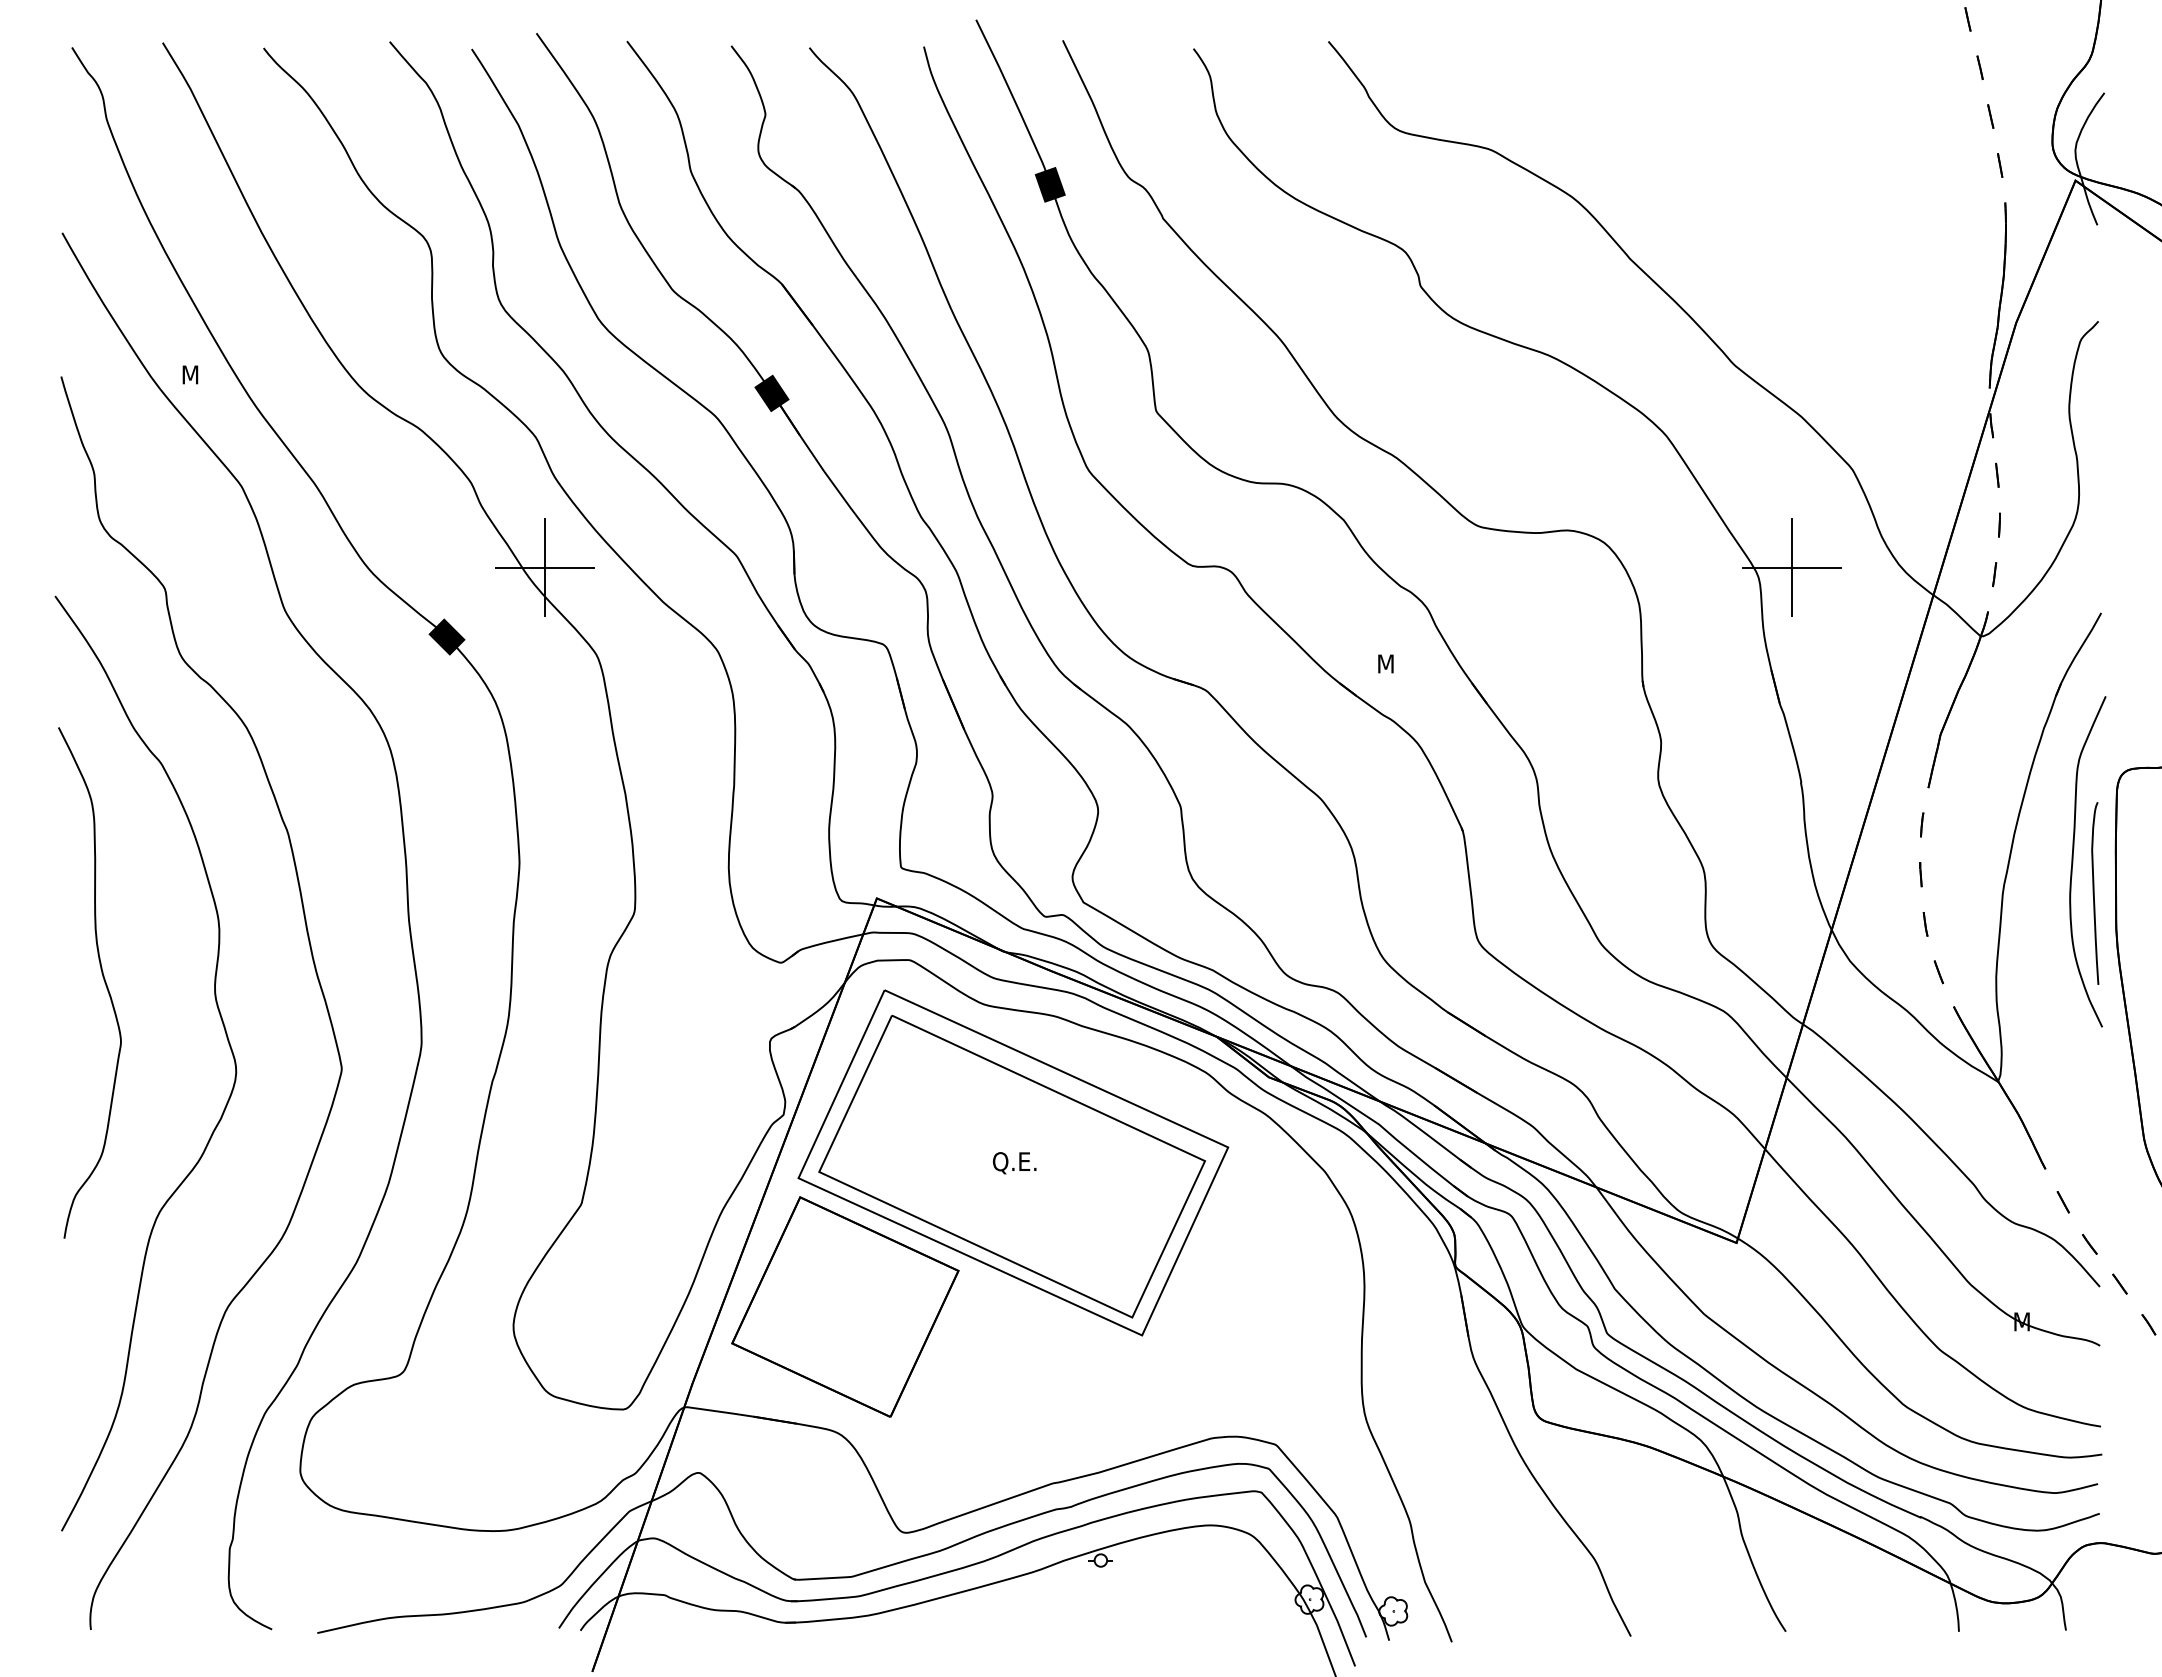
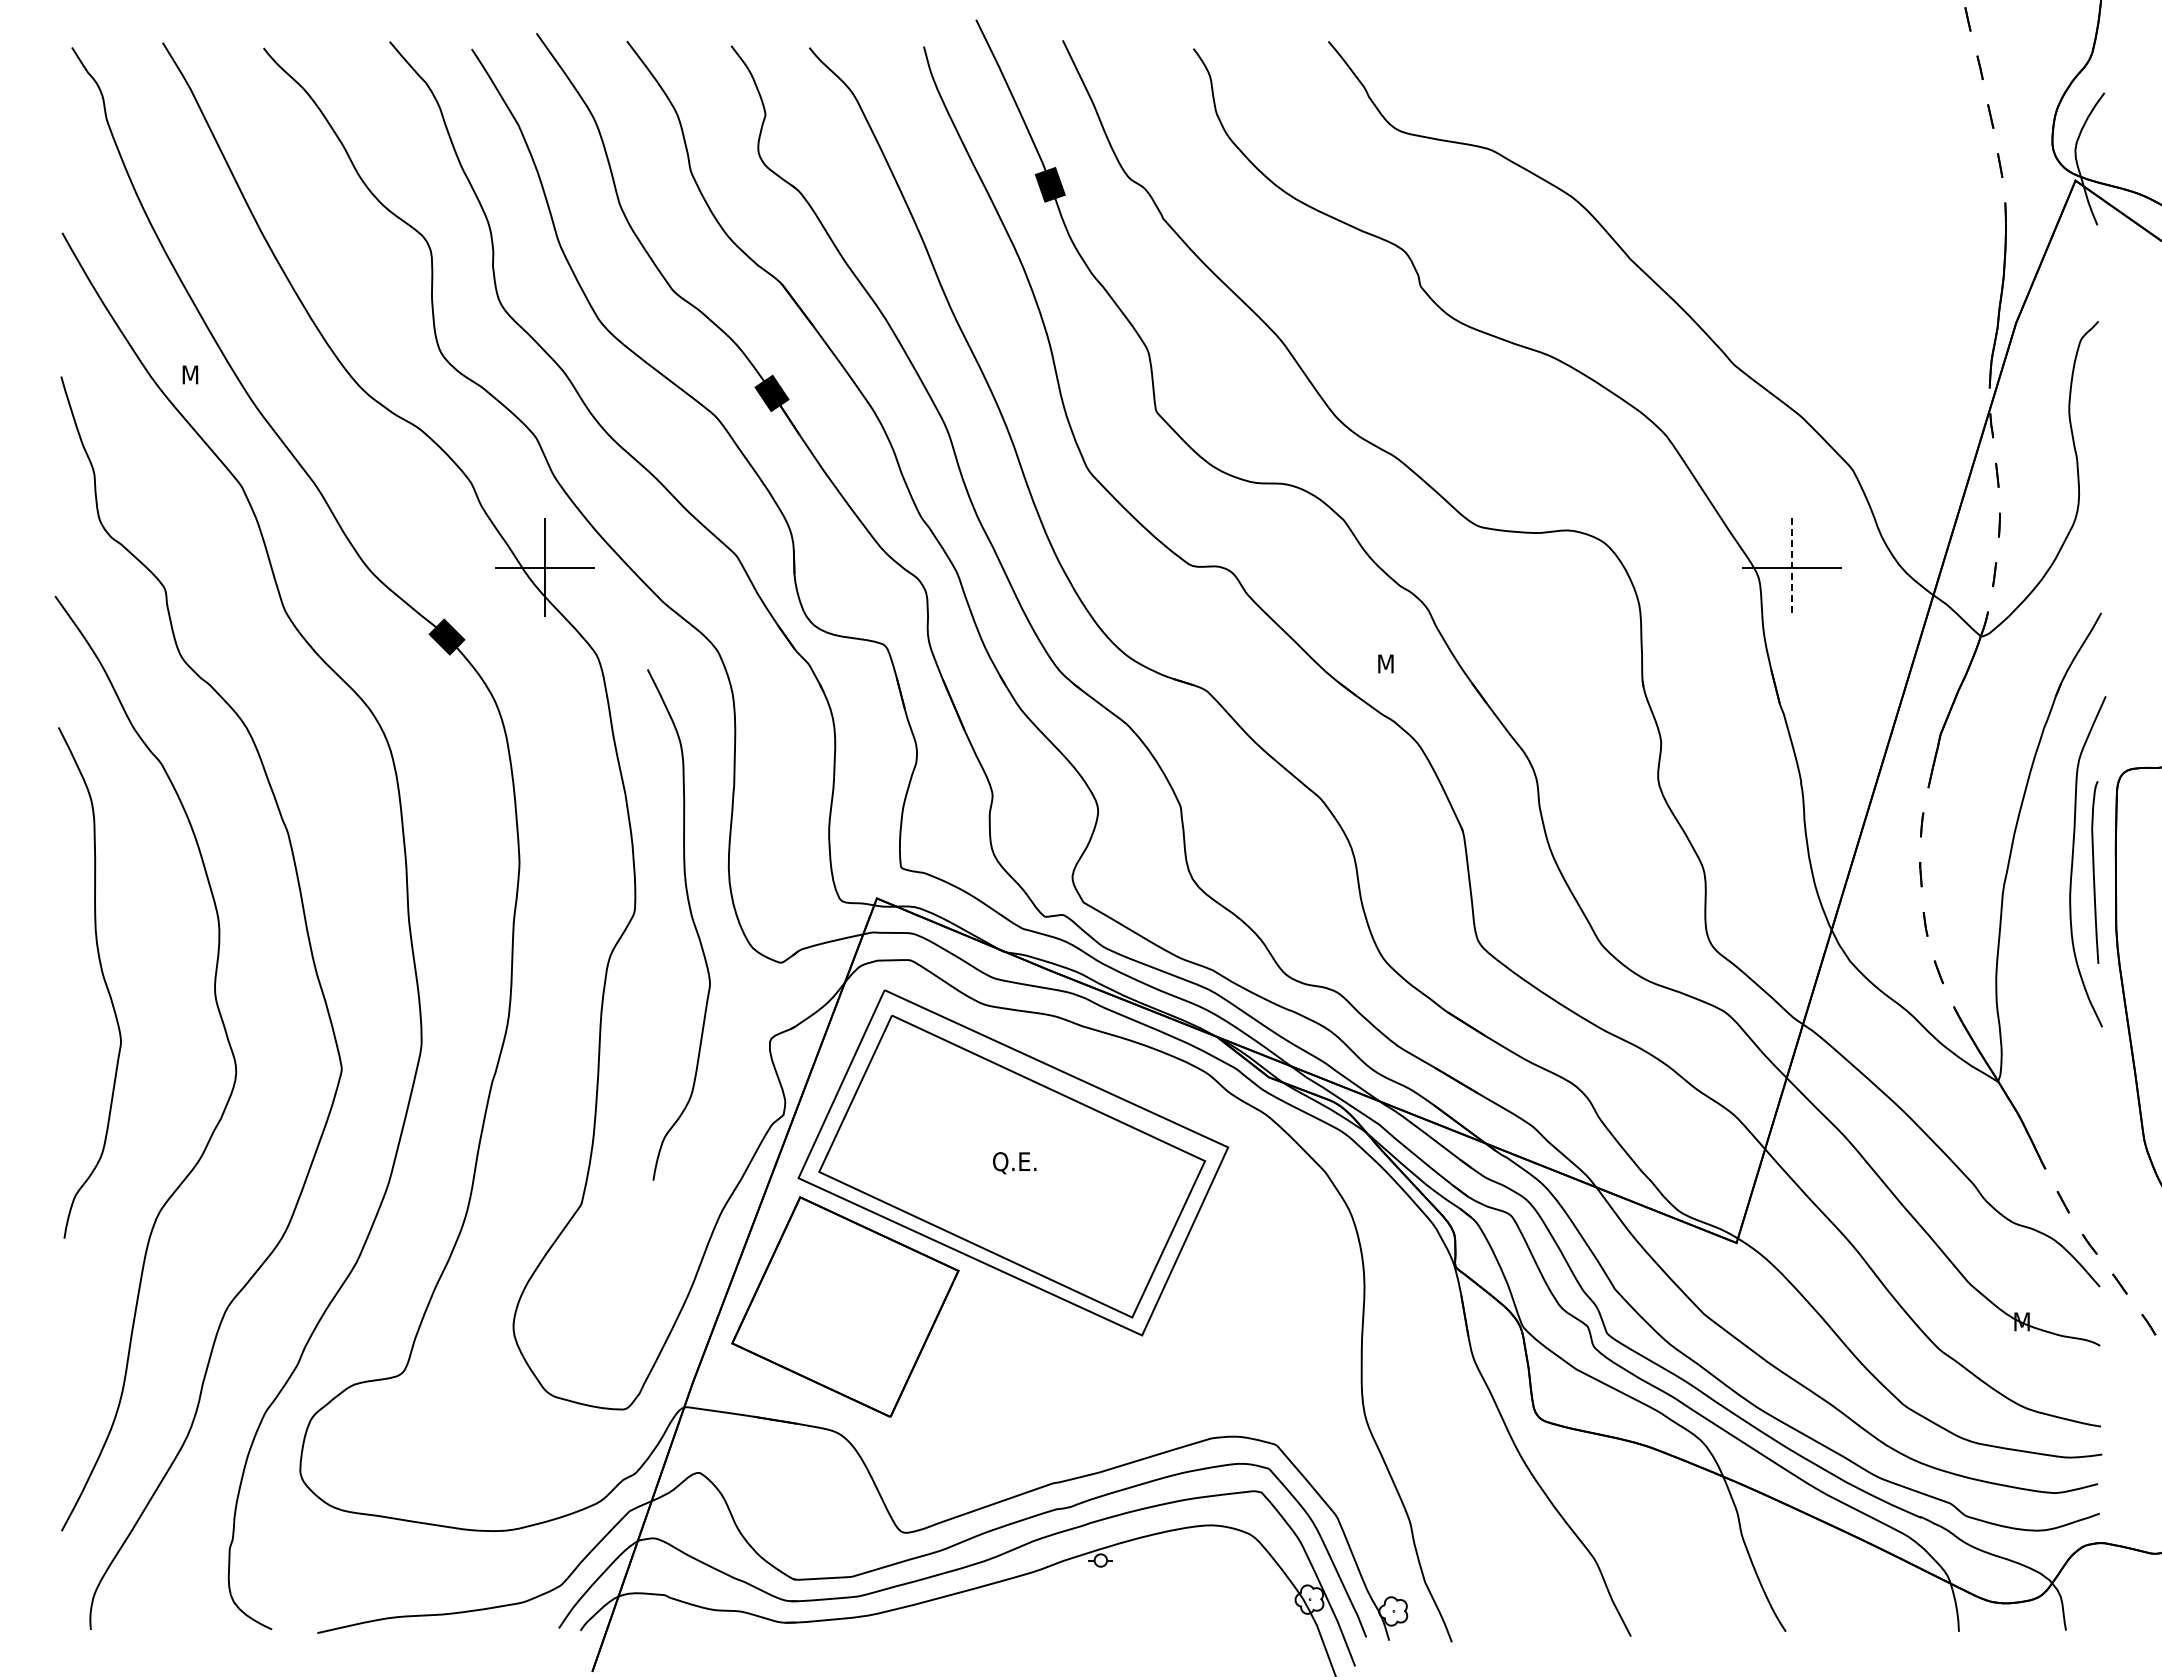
line at (1791, 567): solid -> dashed
curve at (2094, 893) position: (2094, 893) -> (2094, 872)
curve at (691, 919): none -> present
